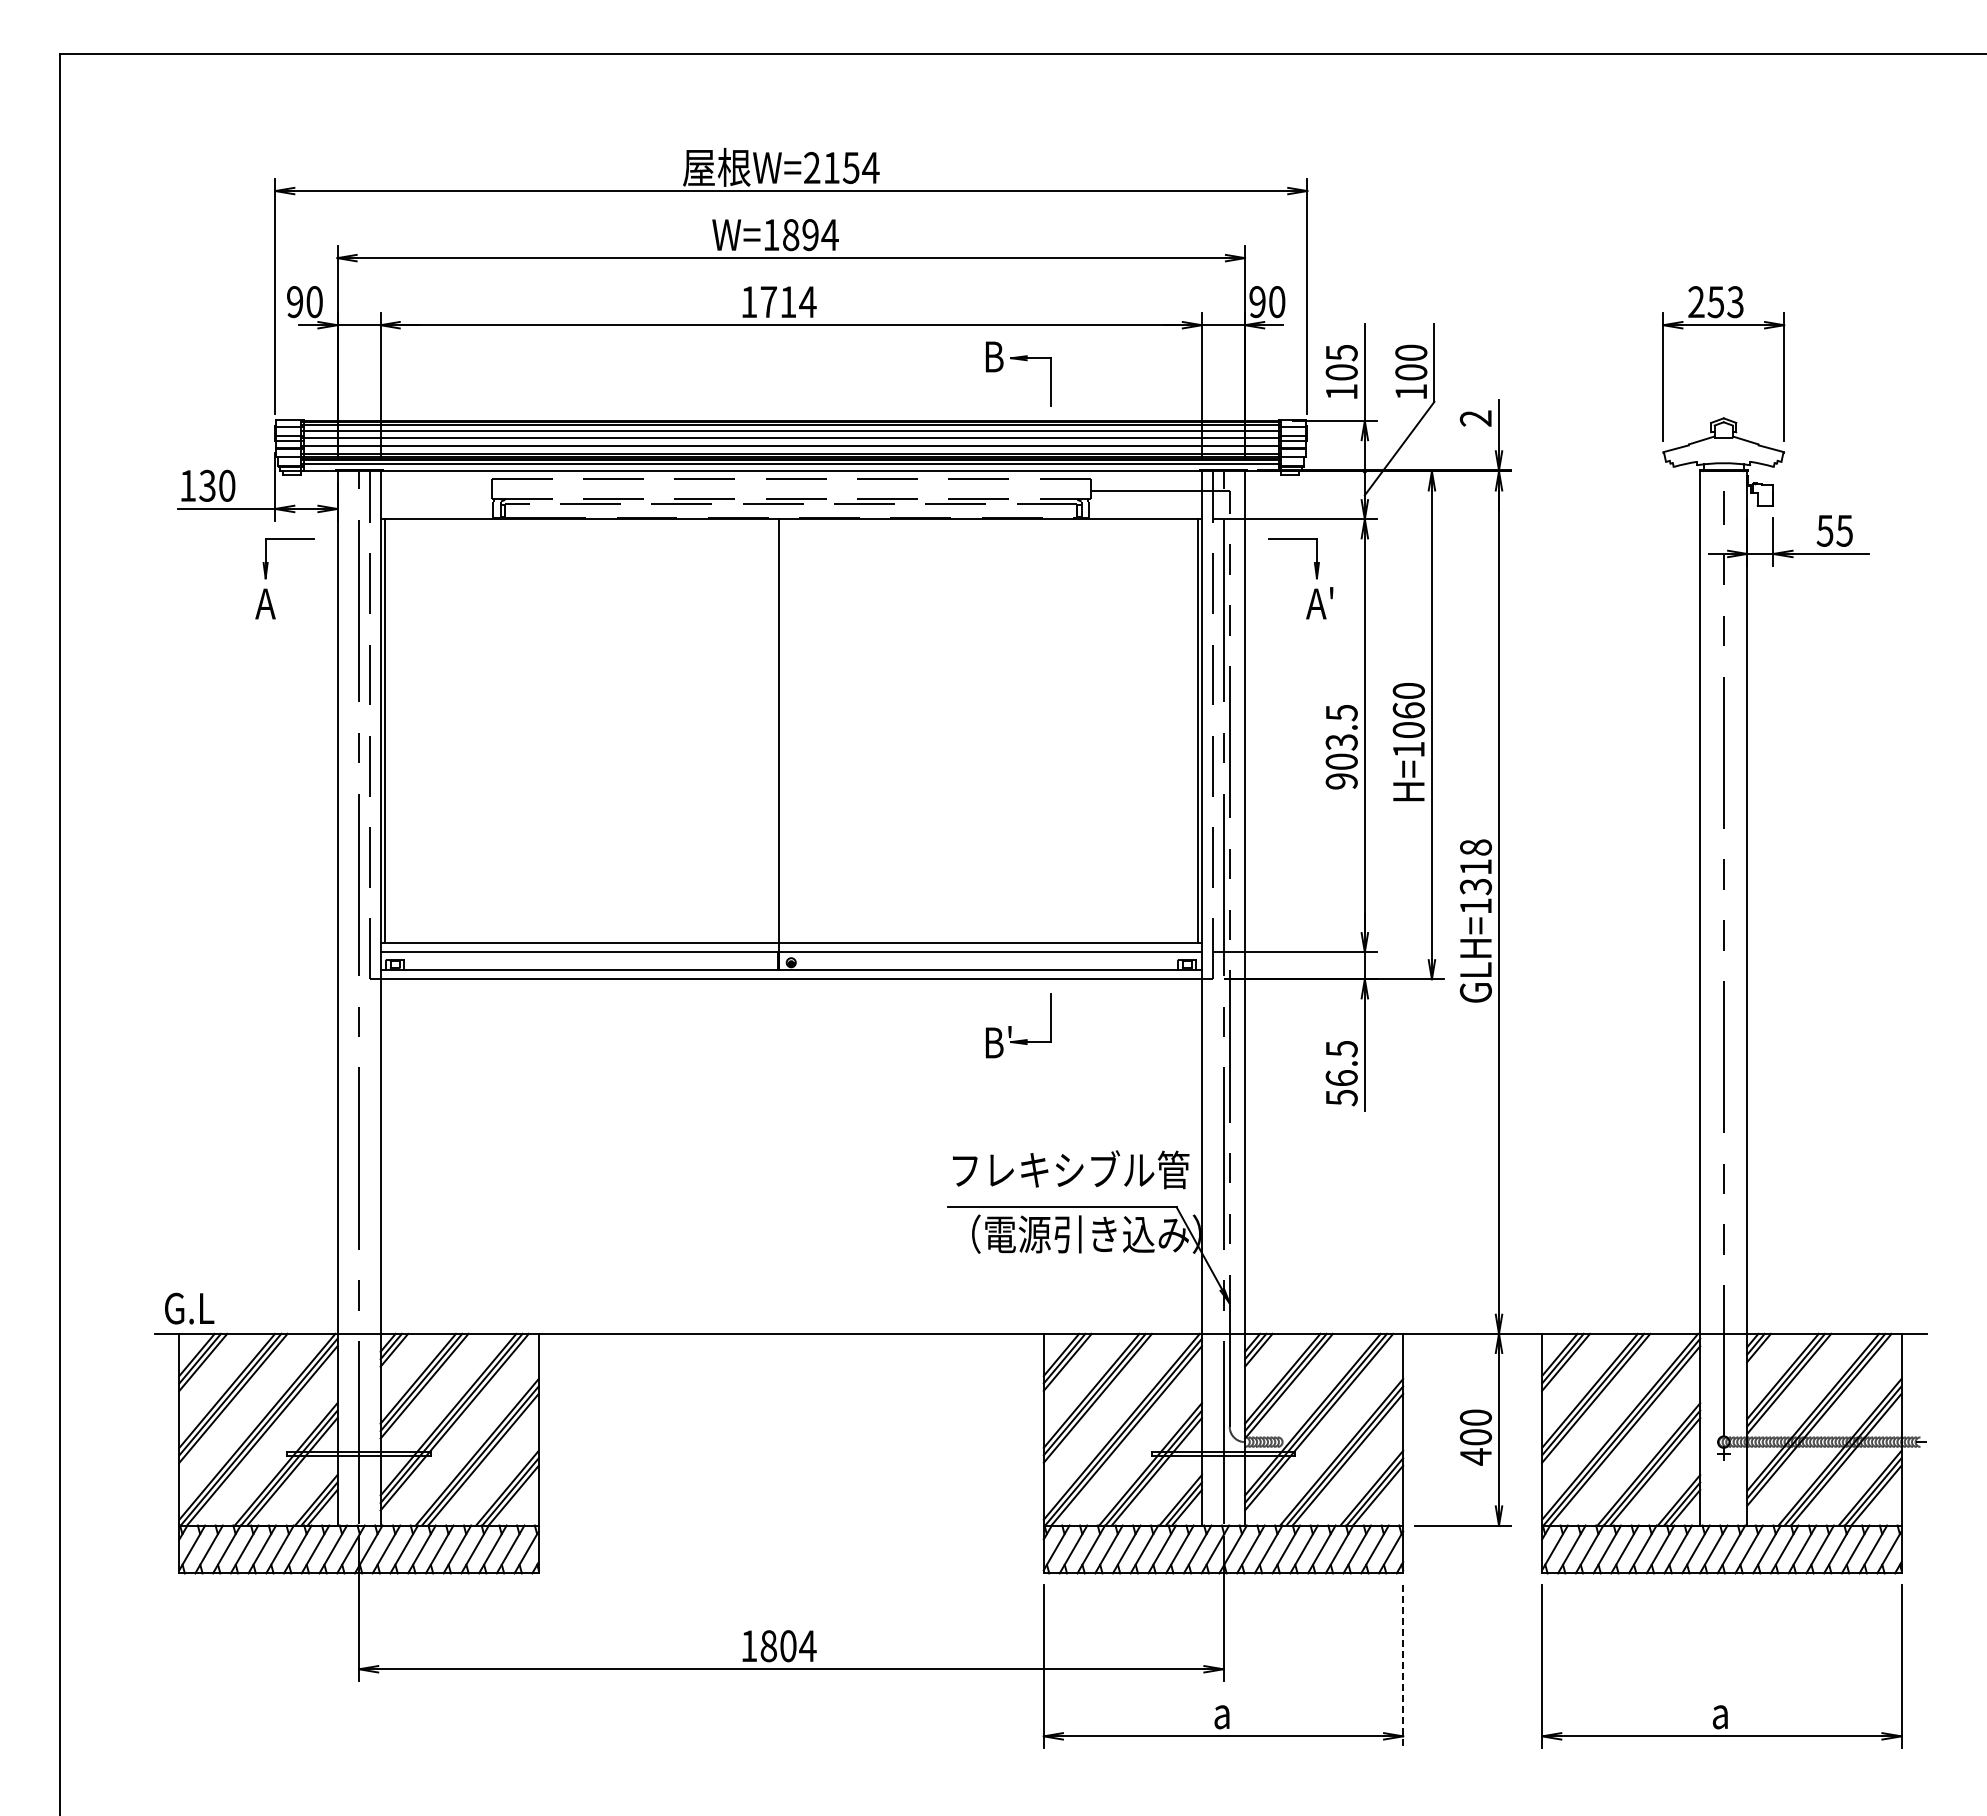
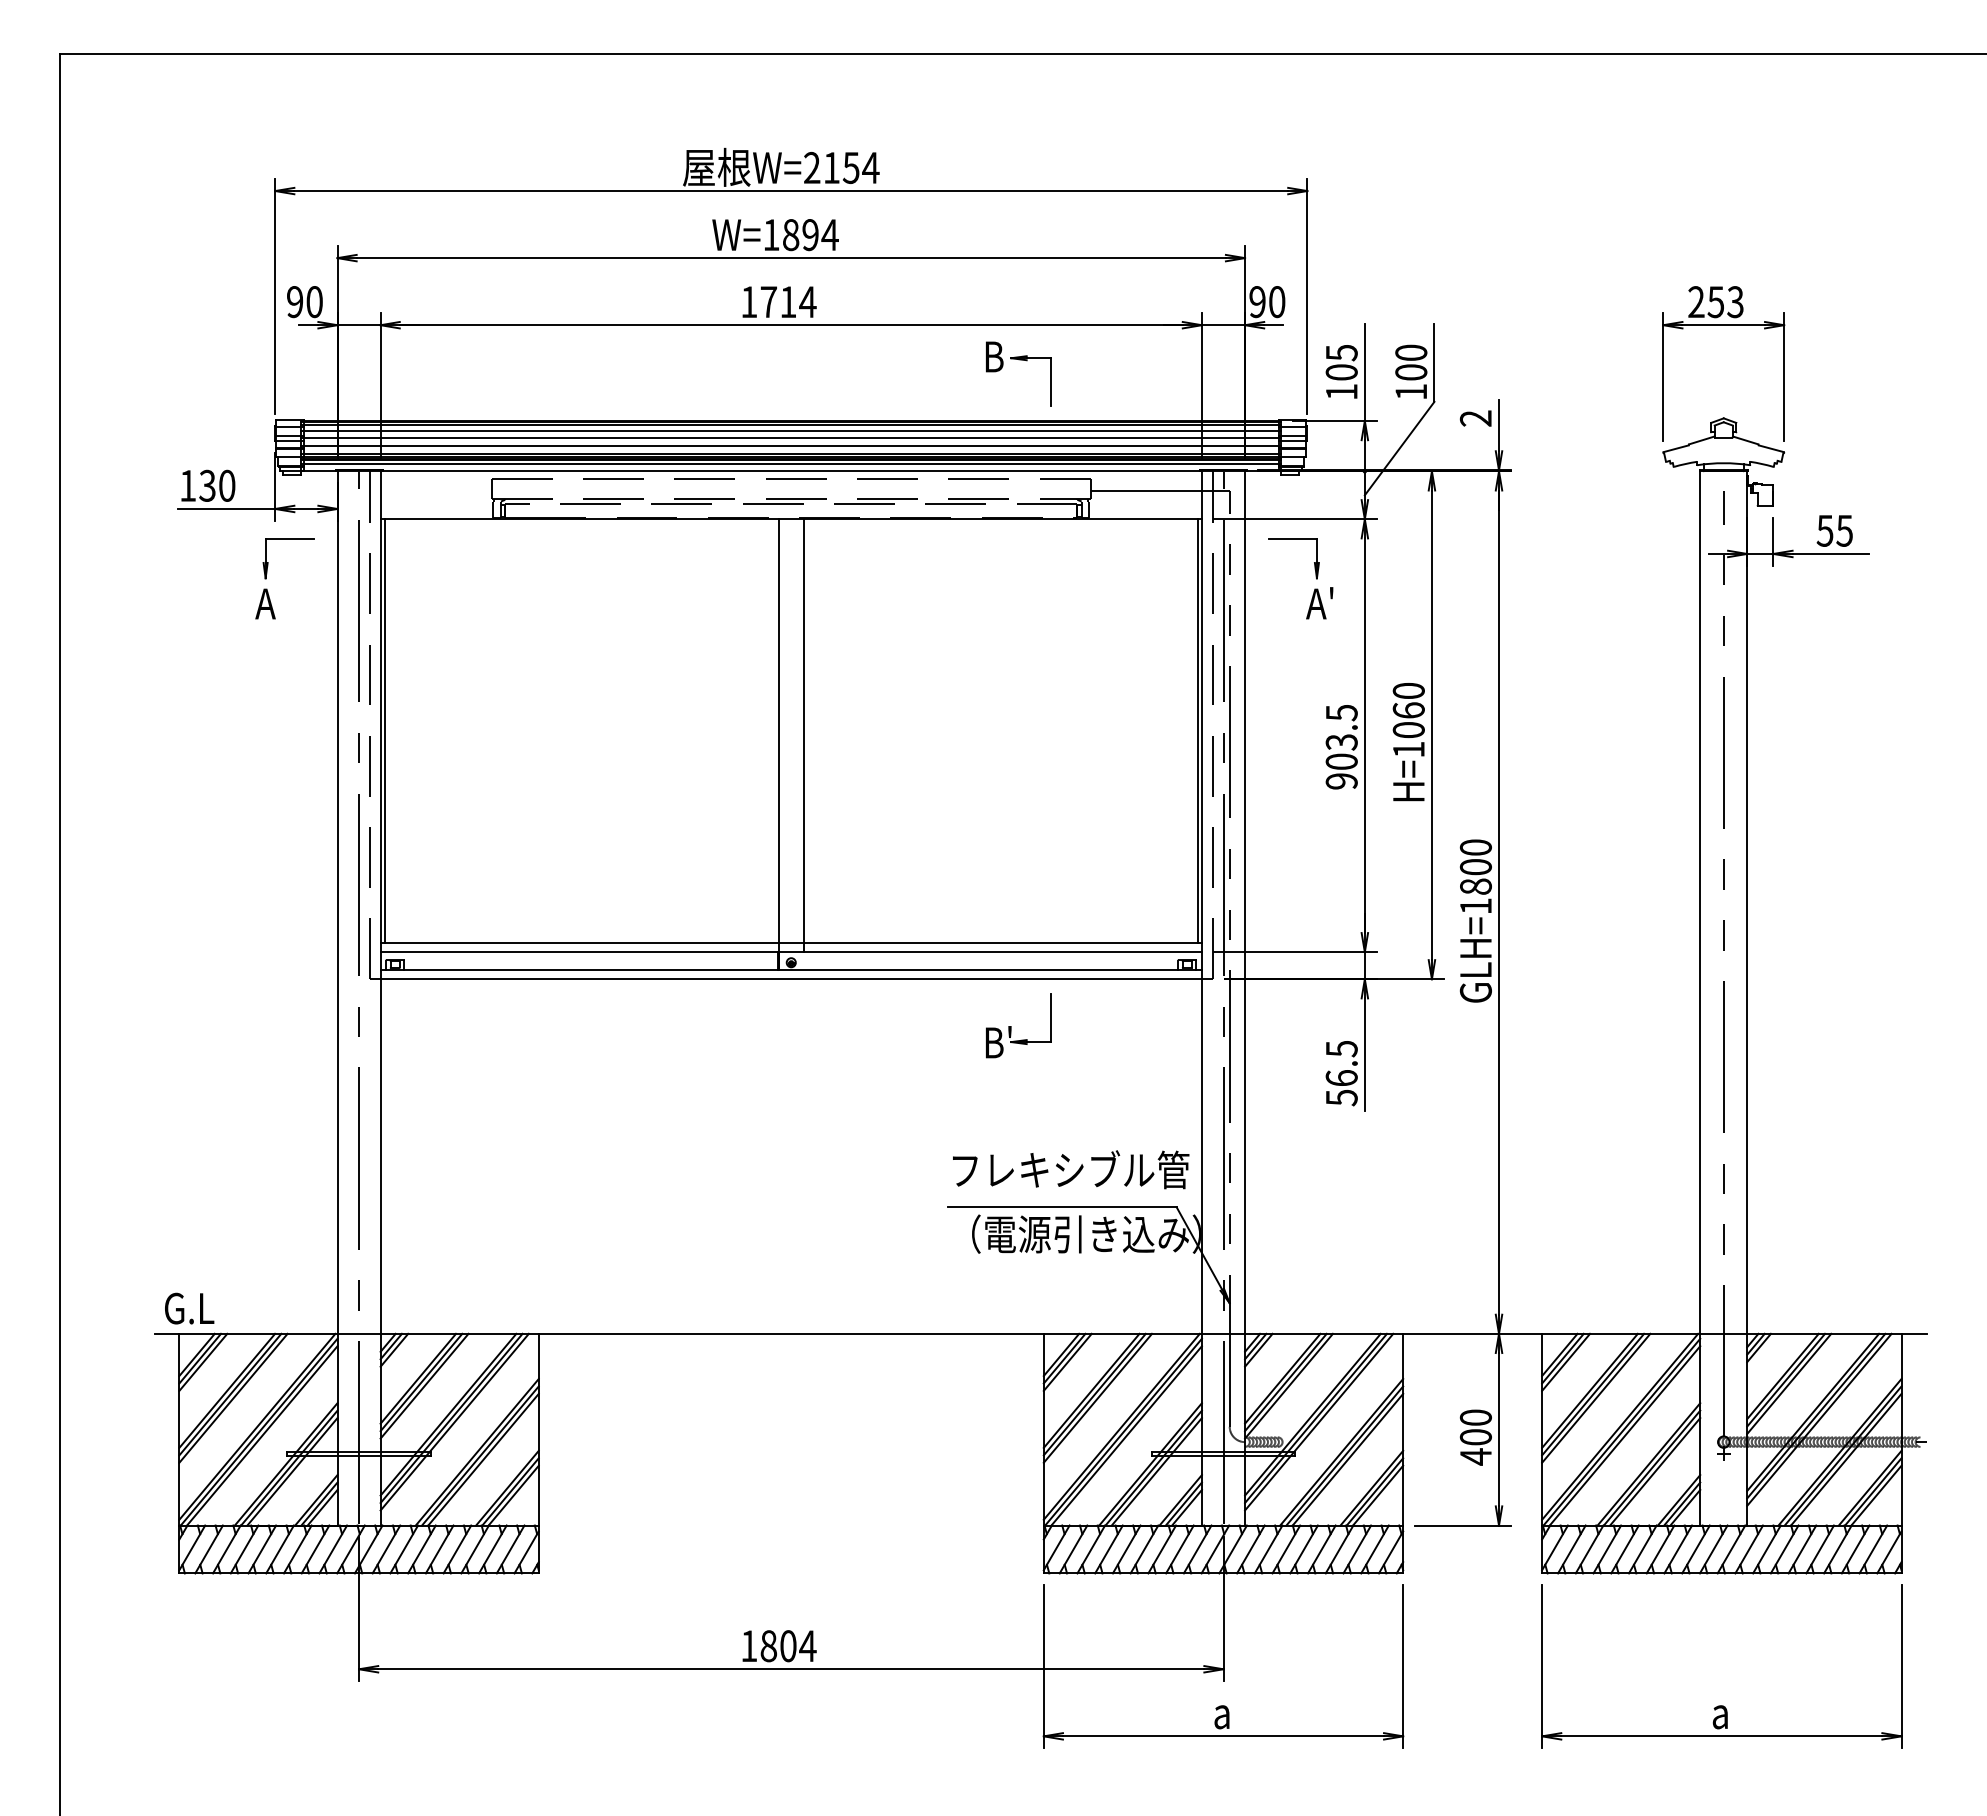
line at (803, 735): none -> present
text at (1475, 867): GLH=1318 -> GLH=1800
line at (1403, 1667): dashed -> solid
